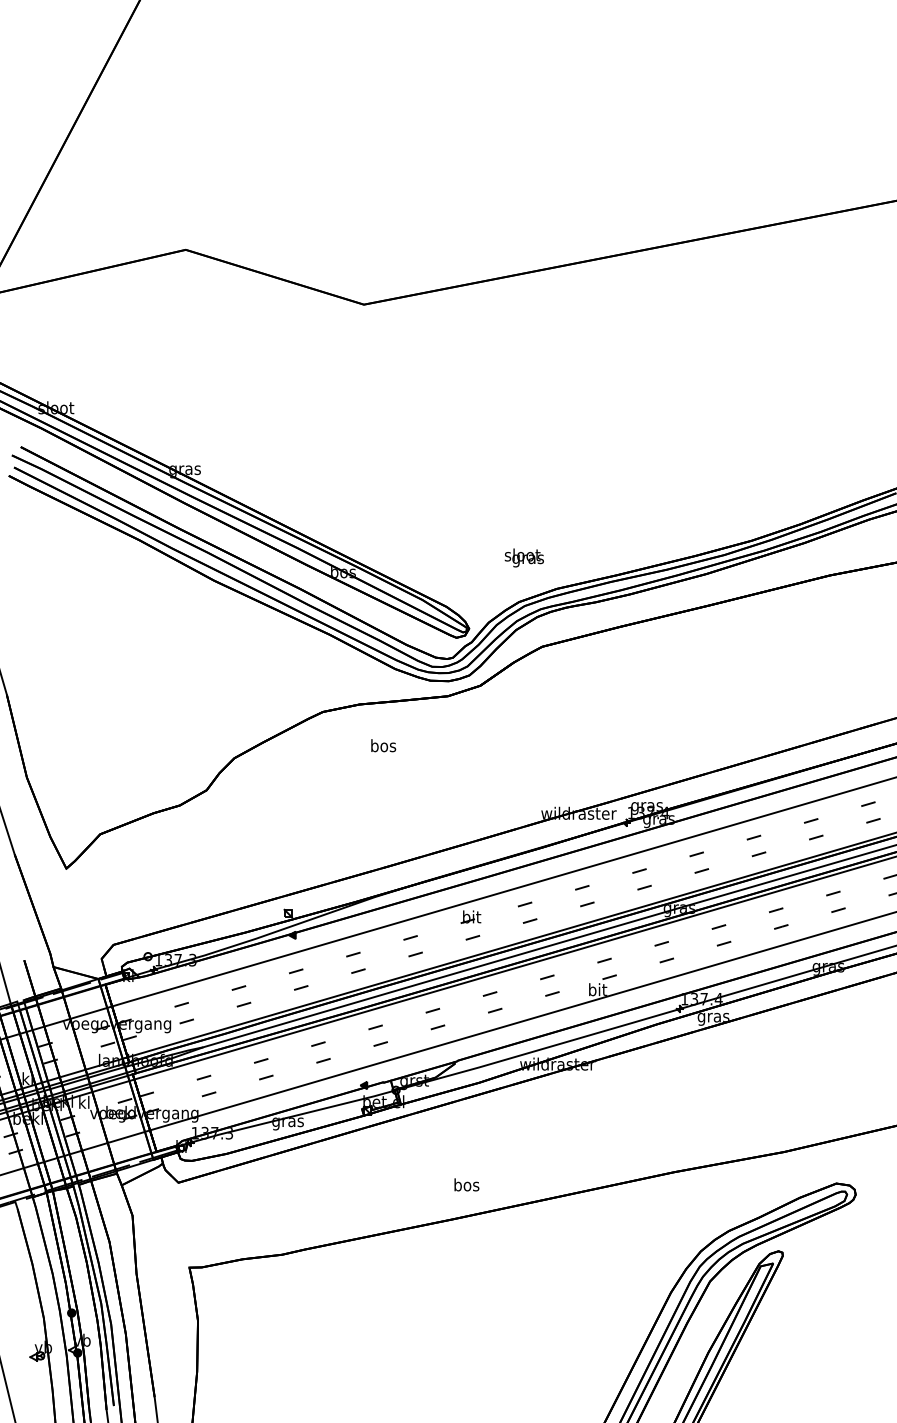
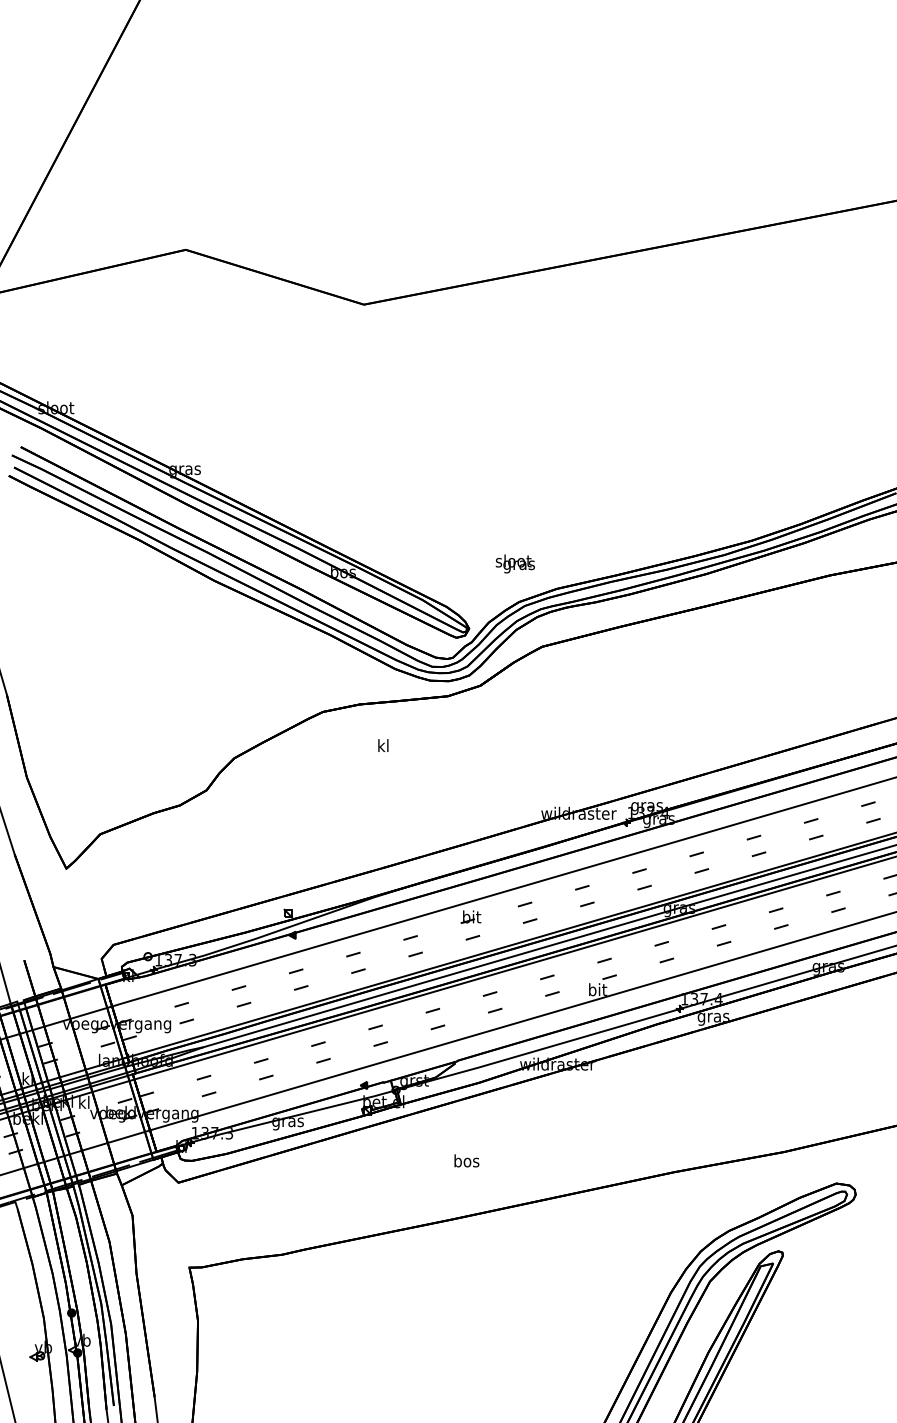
text at (523, 557) position: (523, 557) -> (514, 563)
text at (383, 745): bos -> kl
text at (466, 1184) position: (466, 1184) -> (466, 1160)
